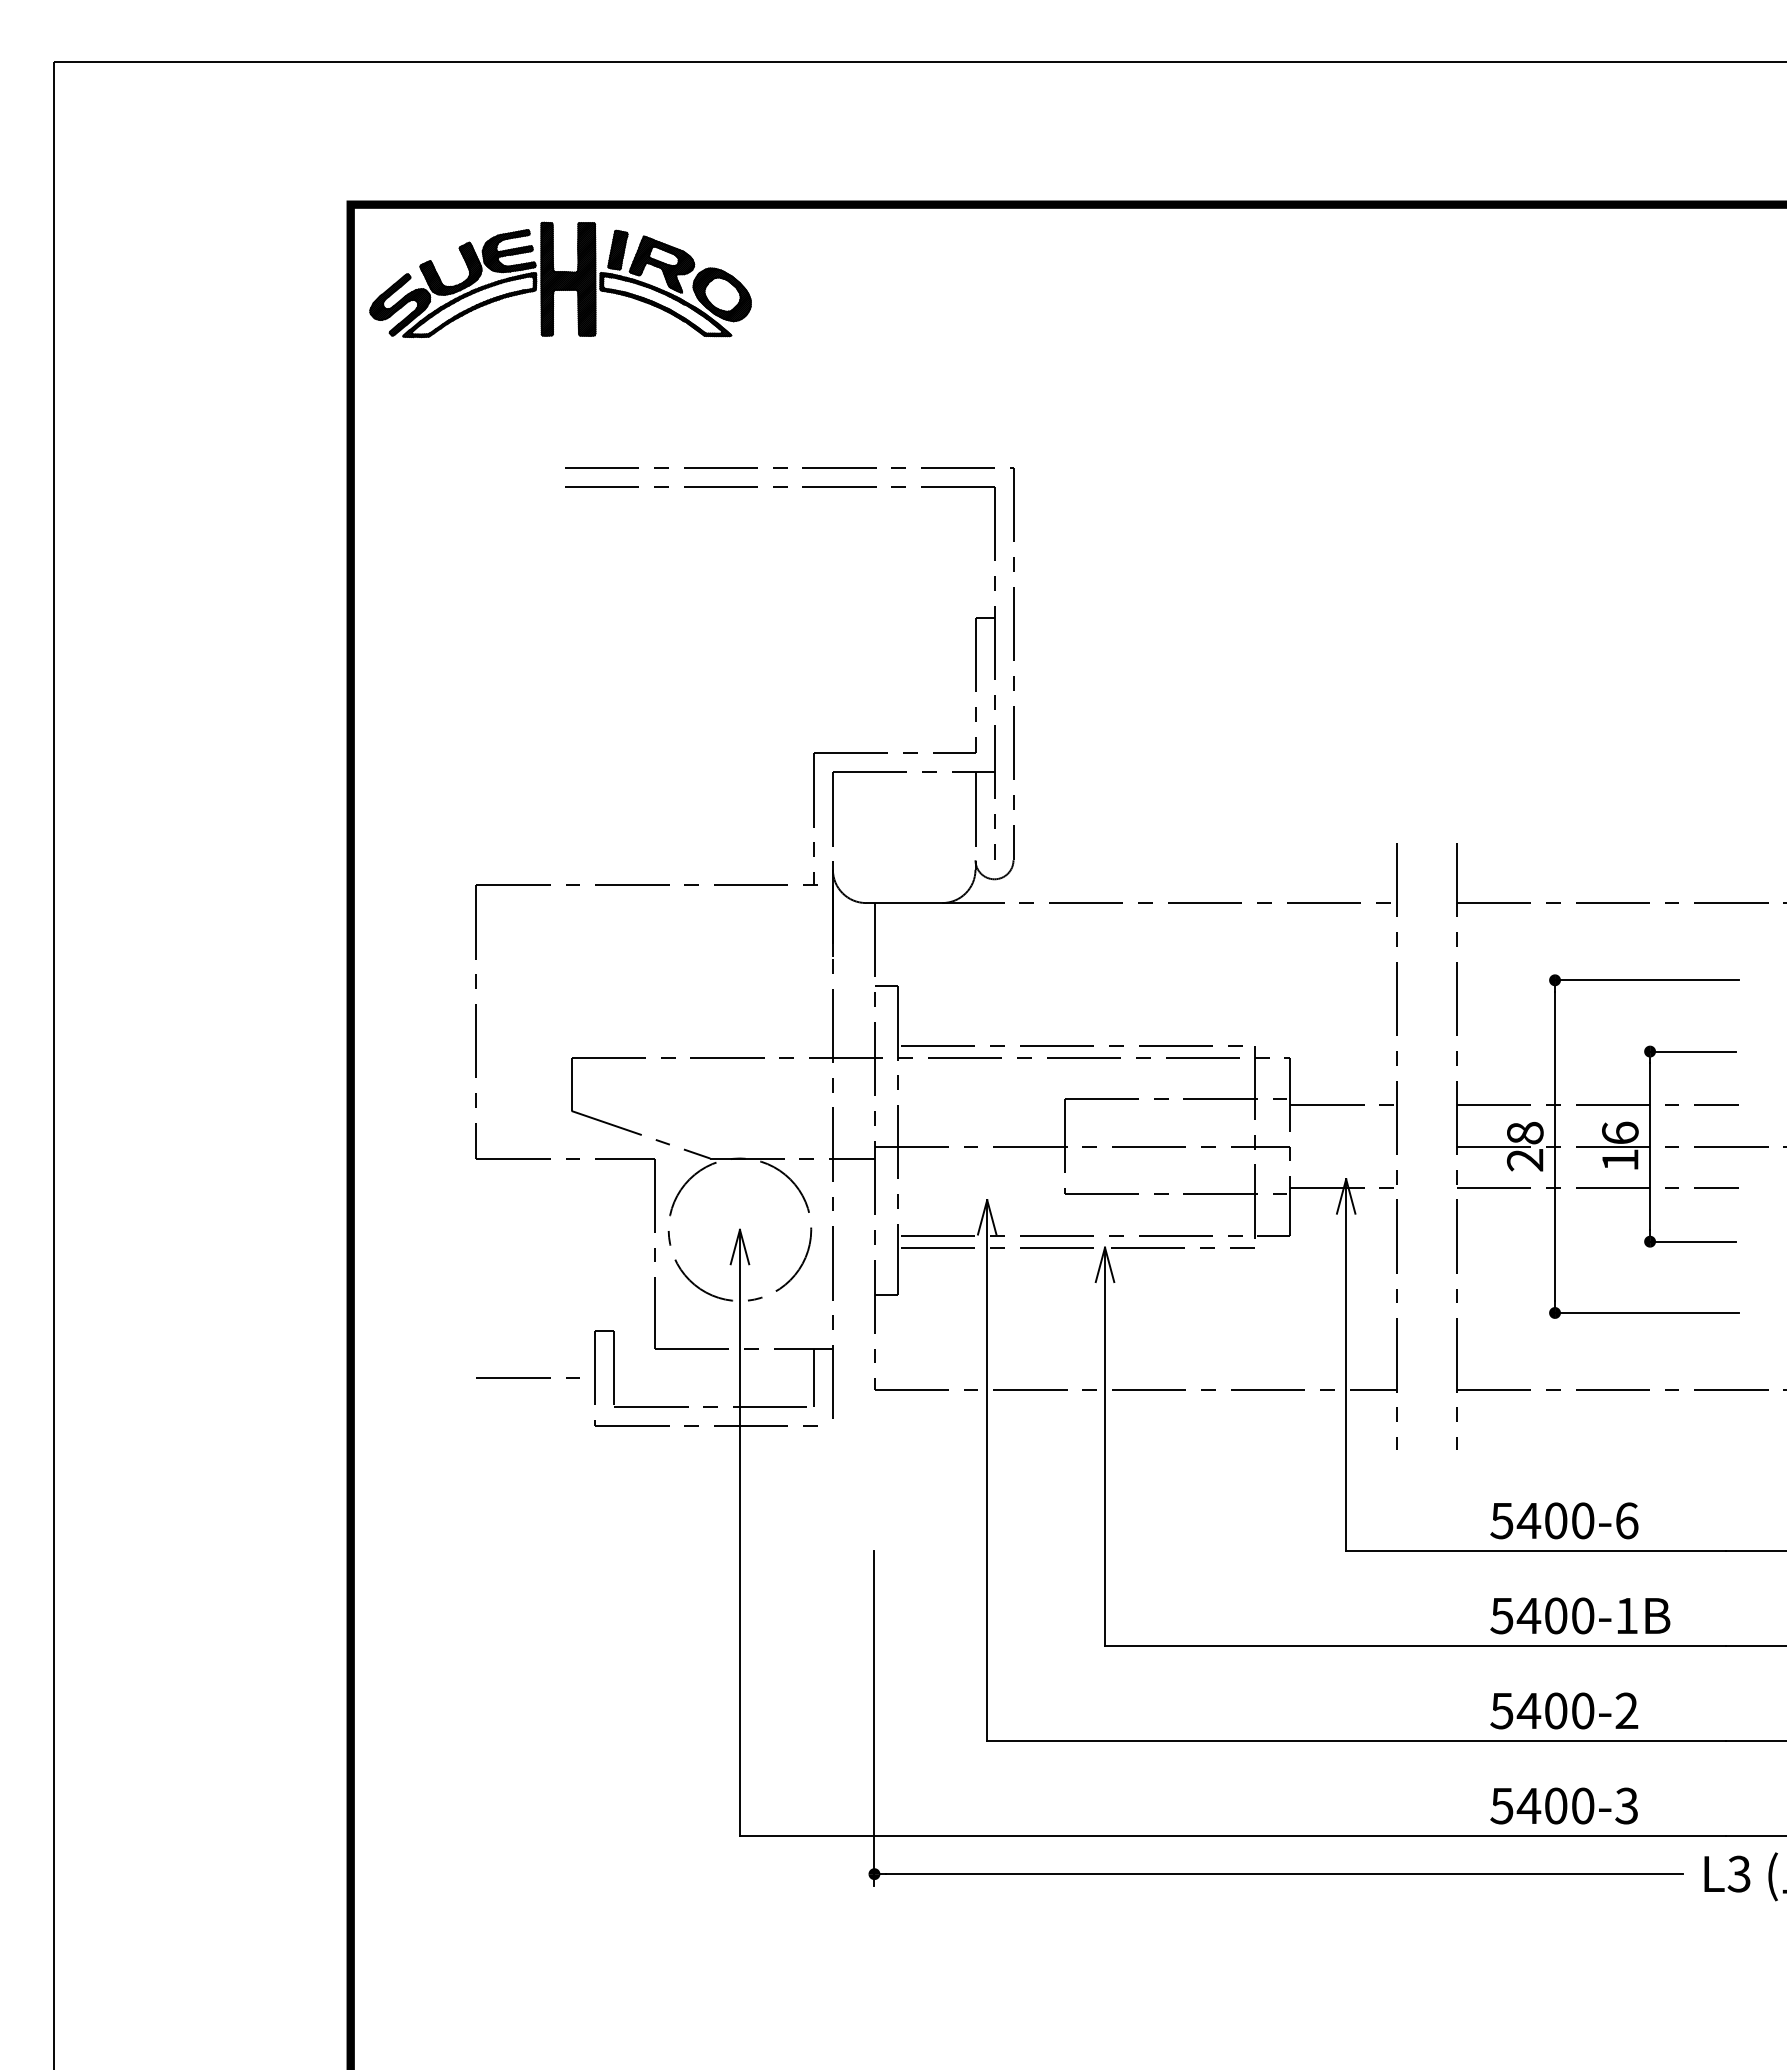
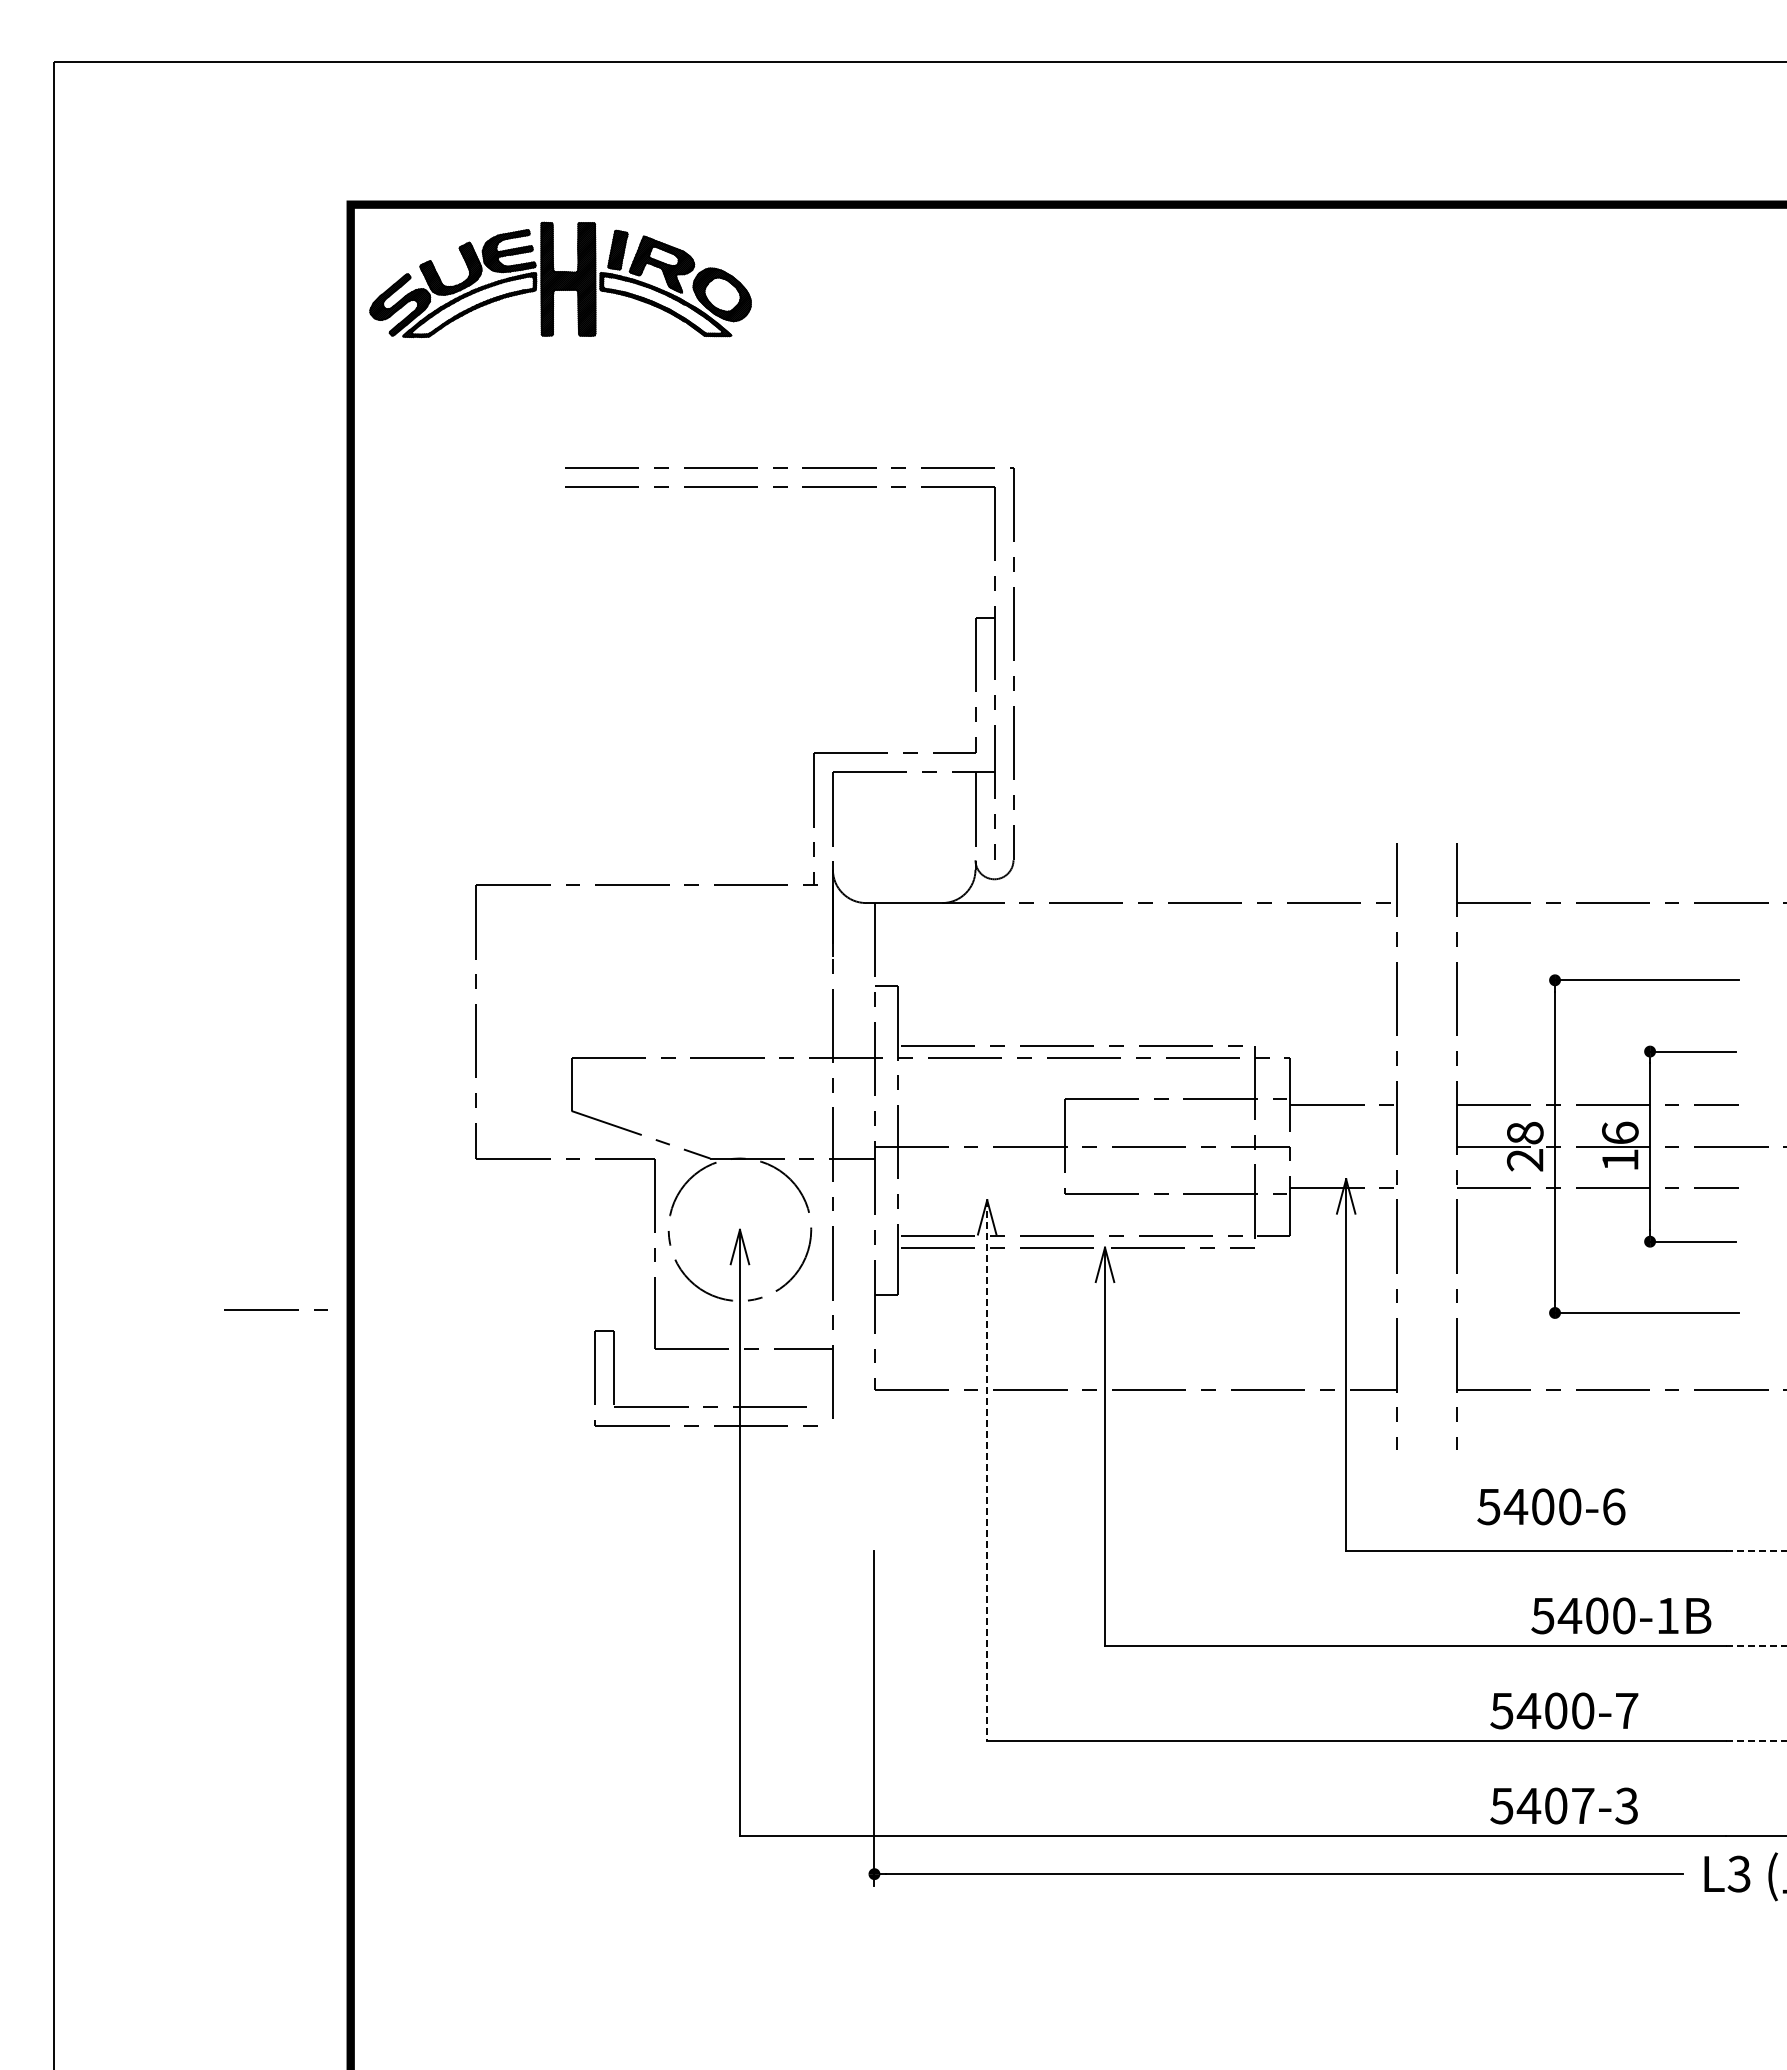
line at (527, 1377) position: (527, 1377) -> (275, 1309)
line at (813, 1377): present -> none
line at (987, 1470): solid -> dashed
text at (1564, 1520) position: (1564, 1520) -> (1551, 1506)
line at (1756, 1550): solid -> dashed
text at (1580, 1615) position: (1580, 1615) -> (1621, 1615)
line at (1756, 1645): solid -> dashed
text at (1626, 1710): 5400-2 -> 5400-7
line at (1756, 1740): solid -> dashed
text at (1583, 1805): 5400-3 -> 5407-3
